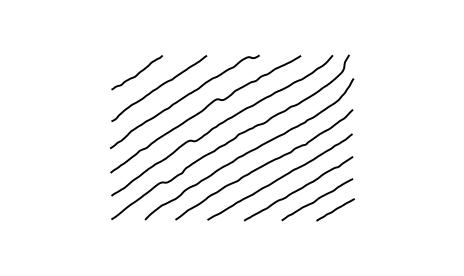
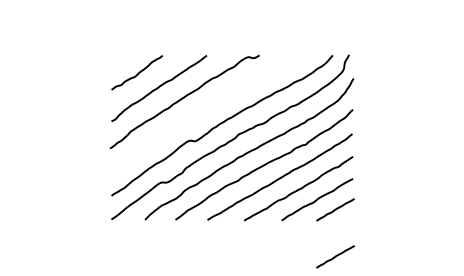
curve at (203, 111): present -> none
line at (335, 256): none -> present
